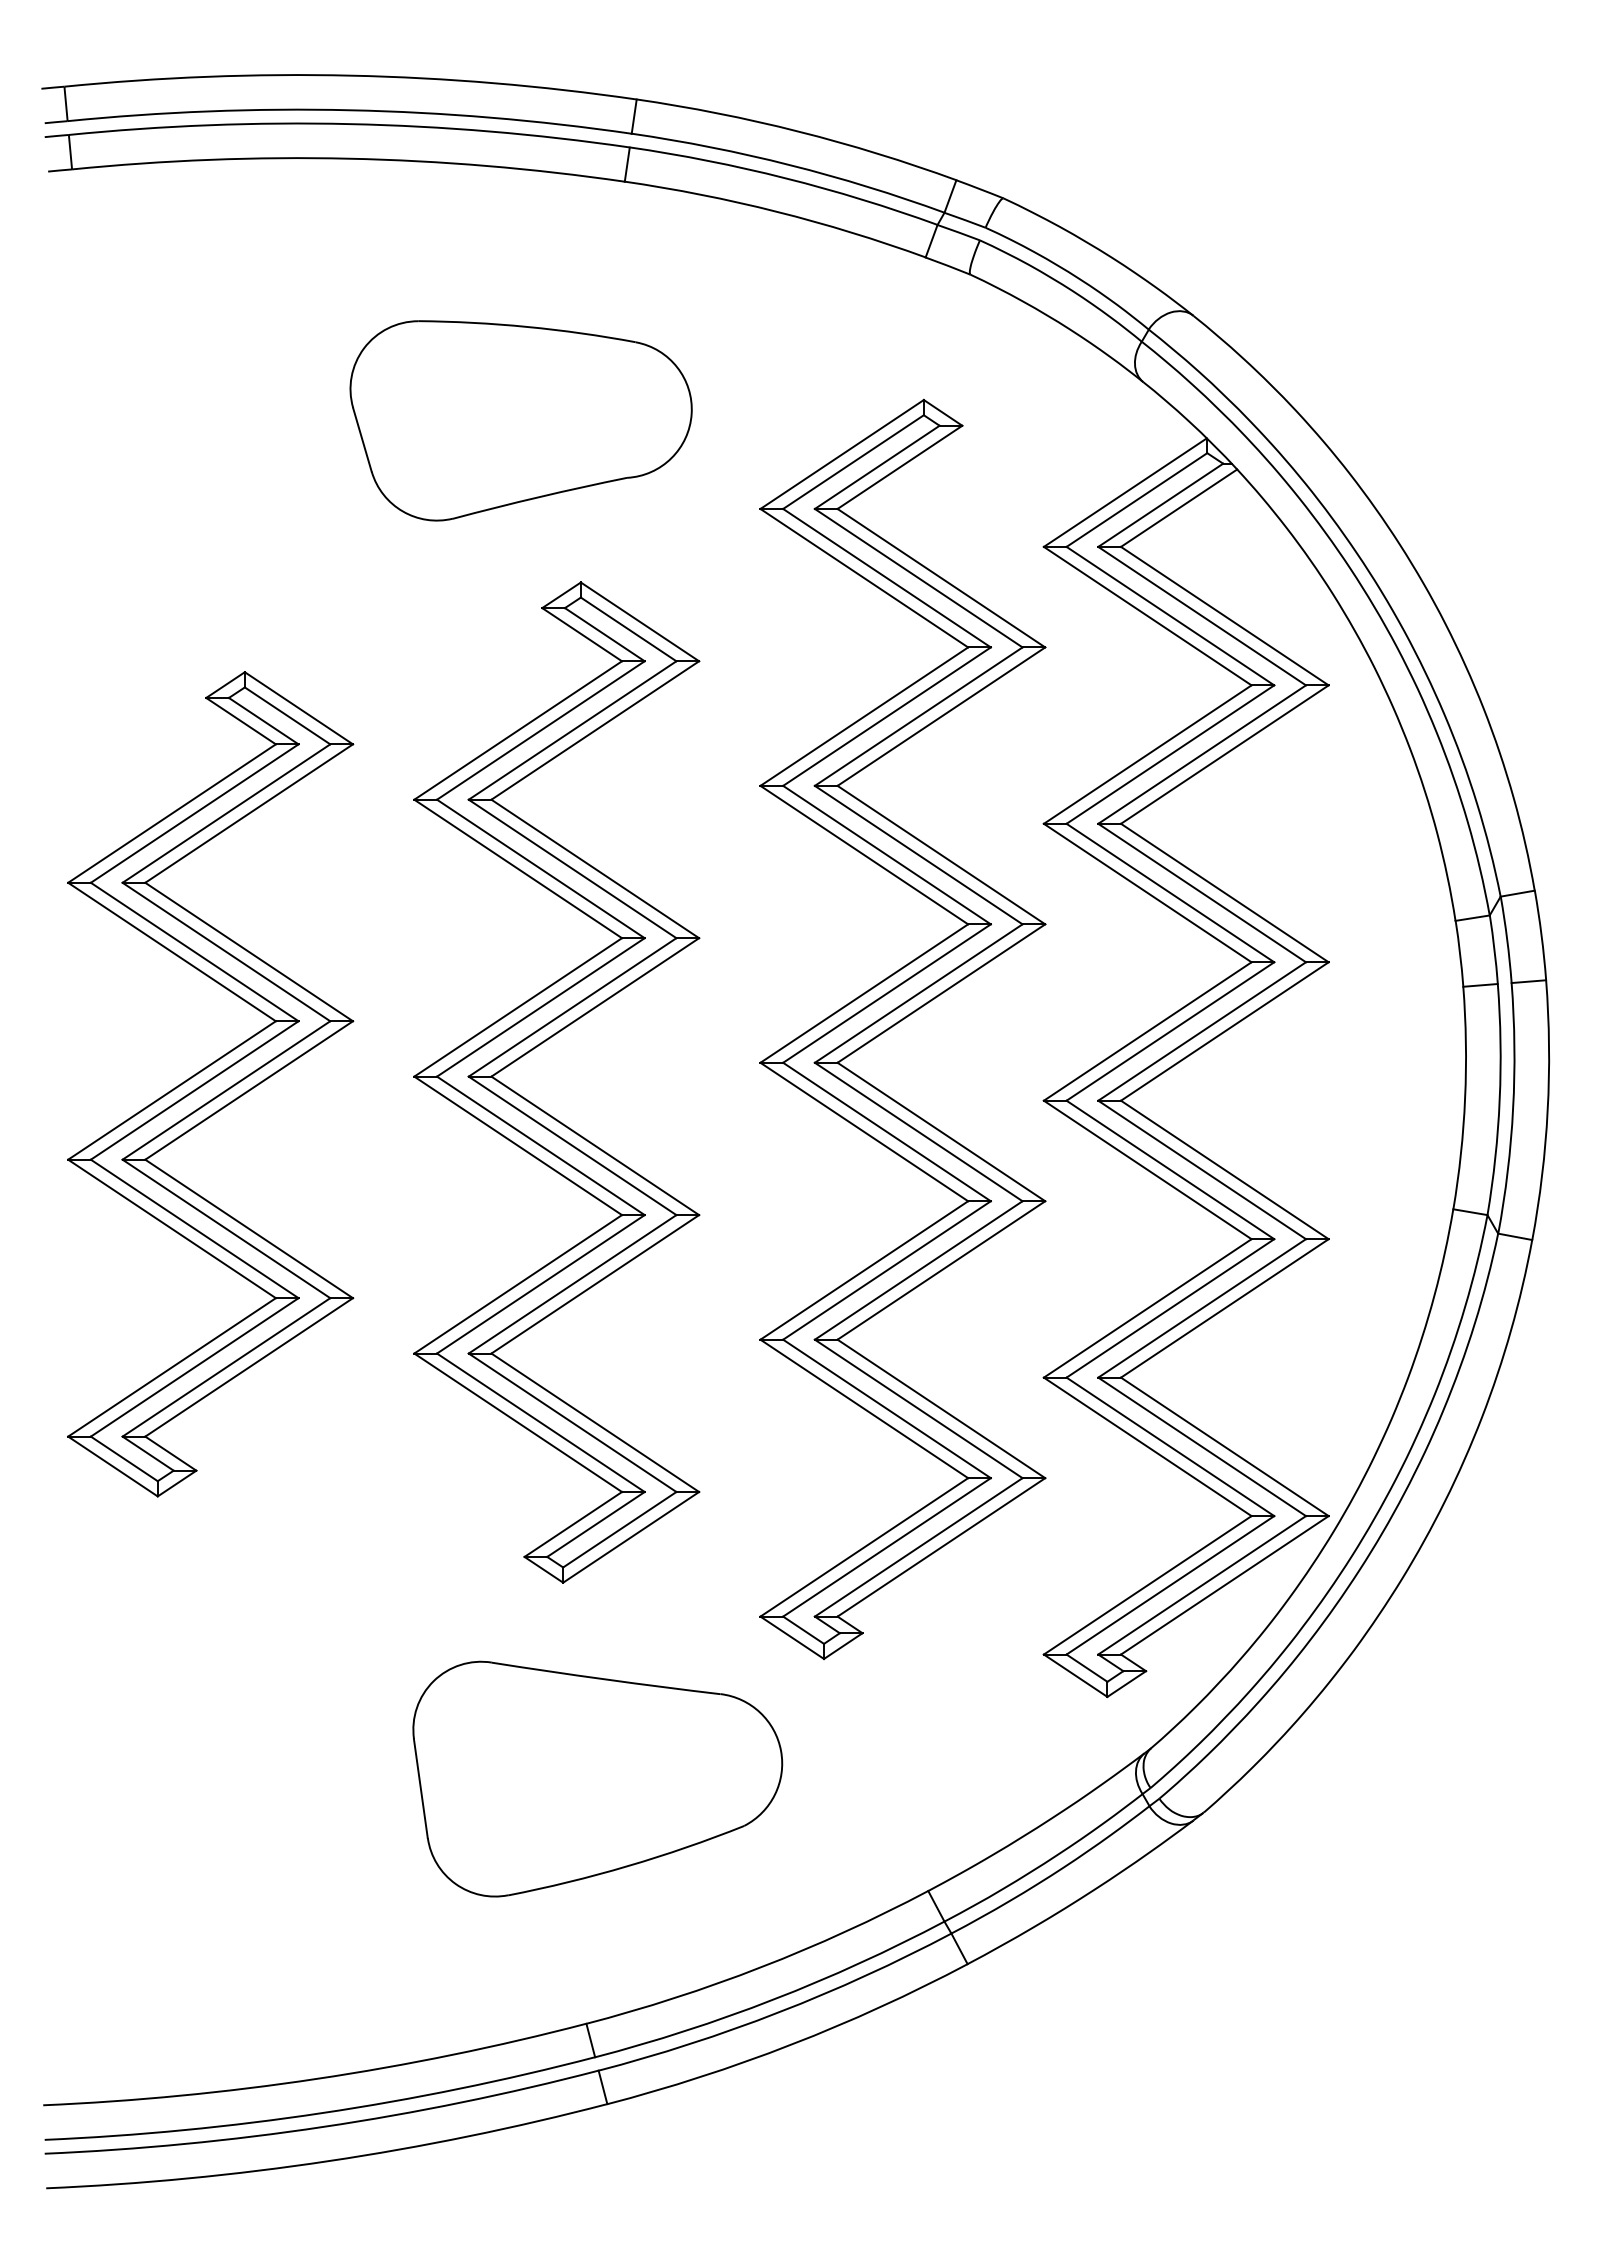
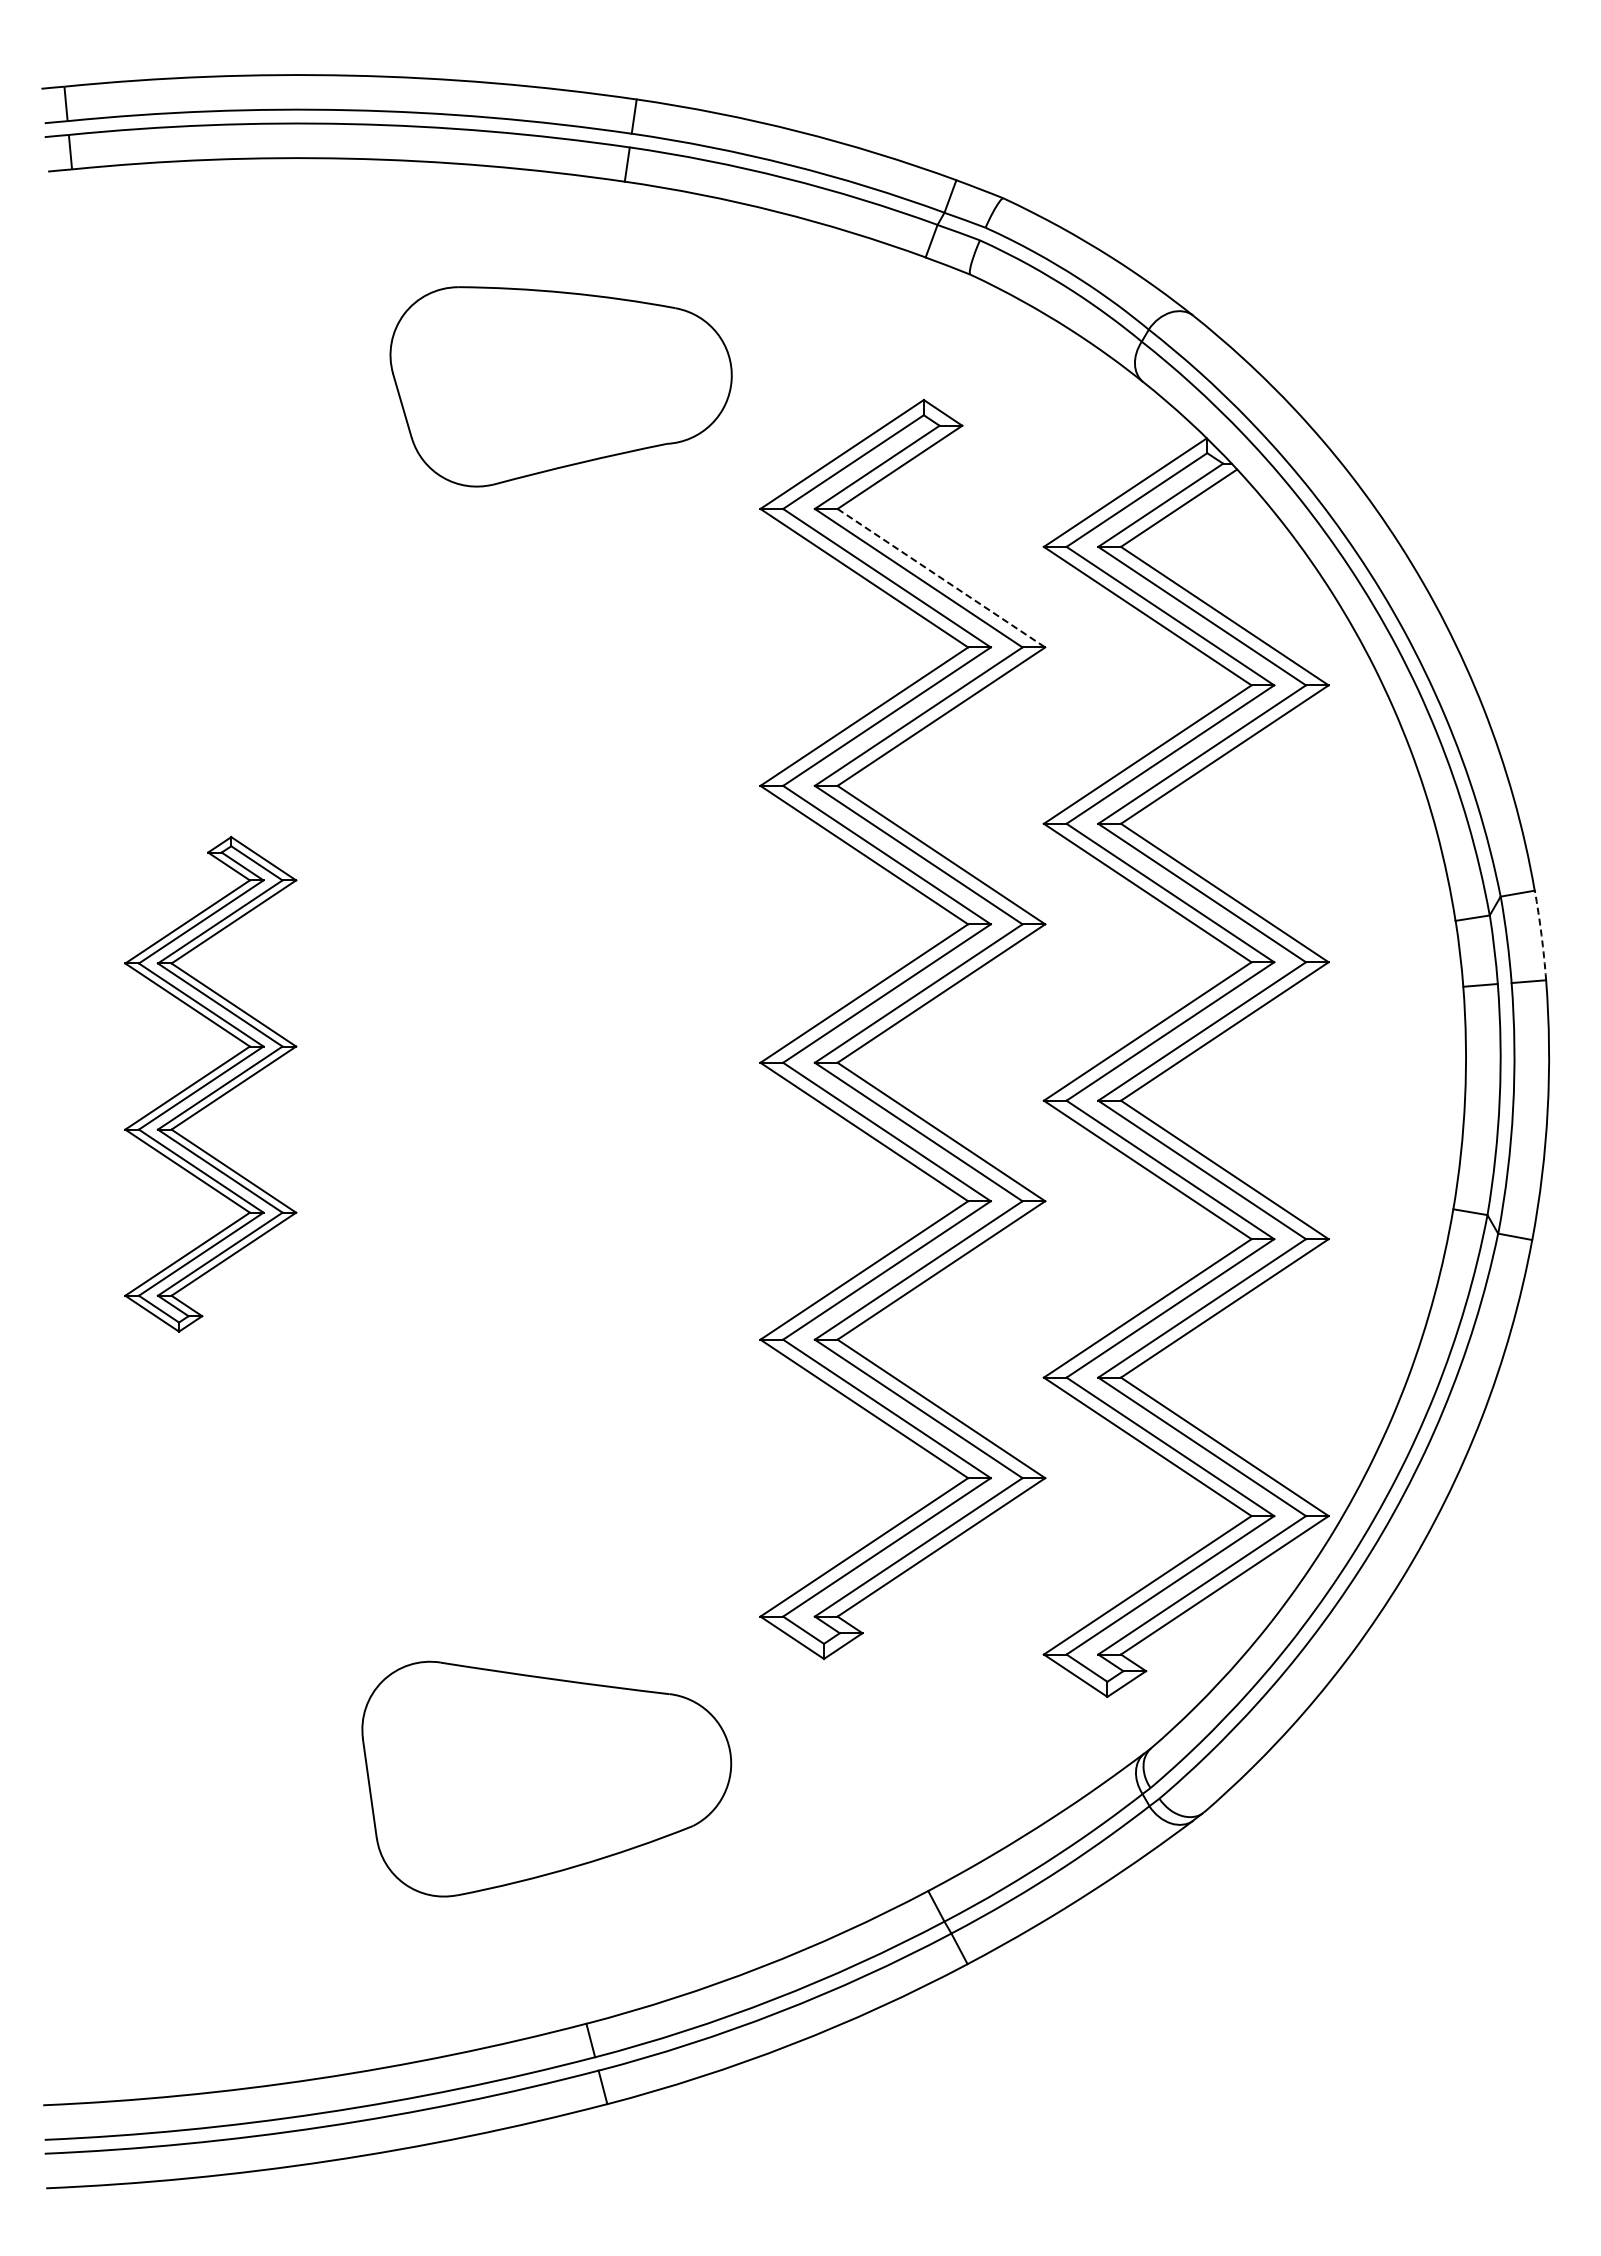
part at (520, 420) position: (520, 420) -> (560, 386)
line at (941, 578): solid -> dashed
arc at (1541, 935): solid -> dashed
part at (210, 1084) size: 288x827 px -> 174x497 px
part at (538, 1106): present -> none
part at (597, 1778) position: (597, 1778) -> (546, 1778)
